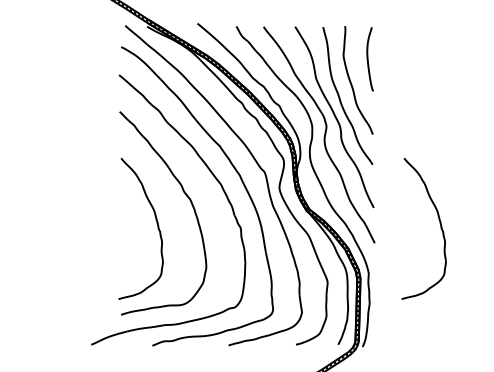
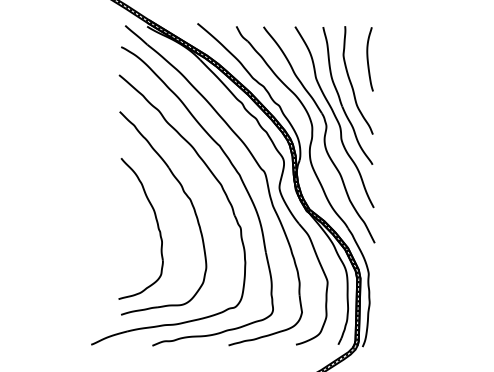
part at (439, 223): present -> none
